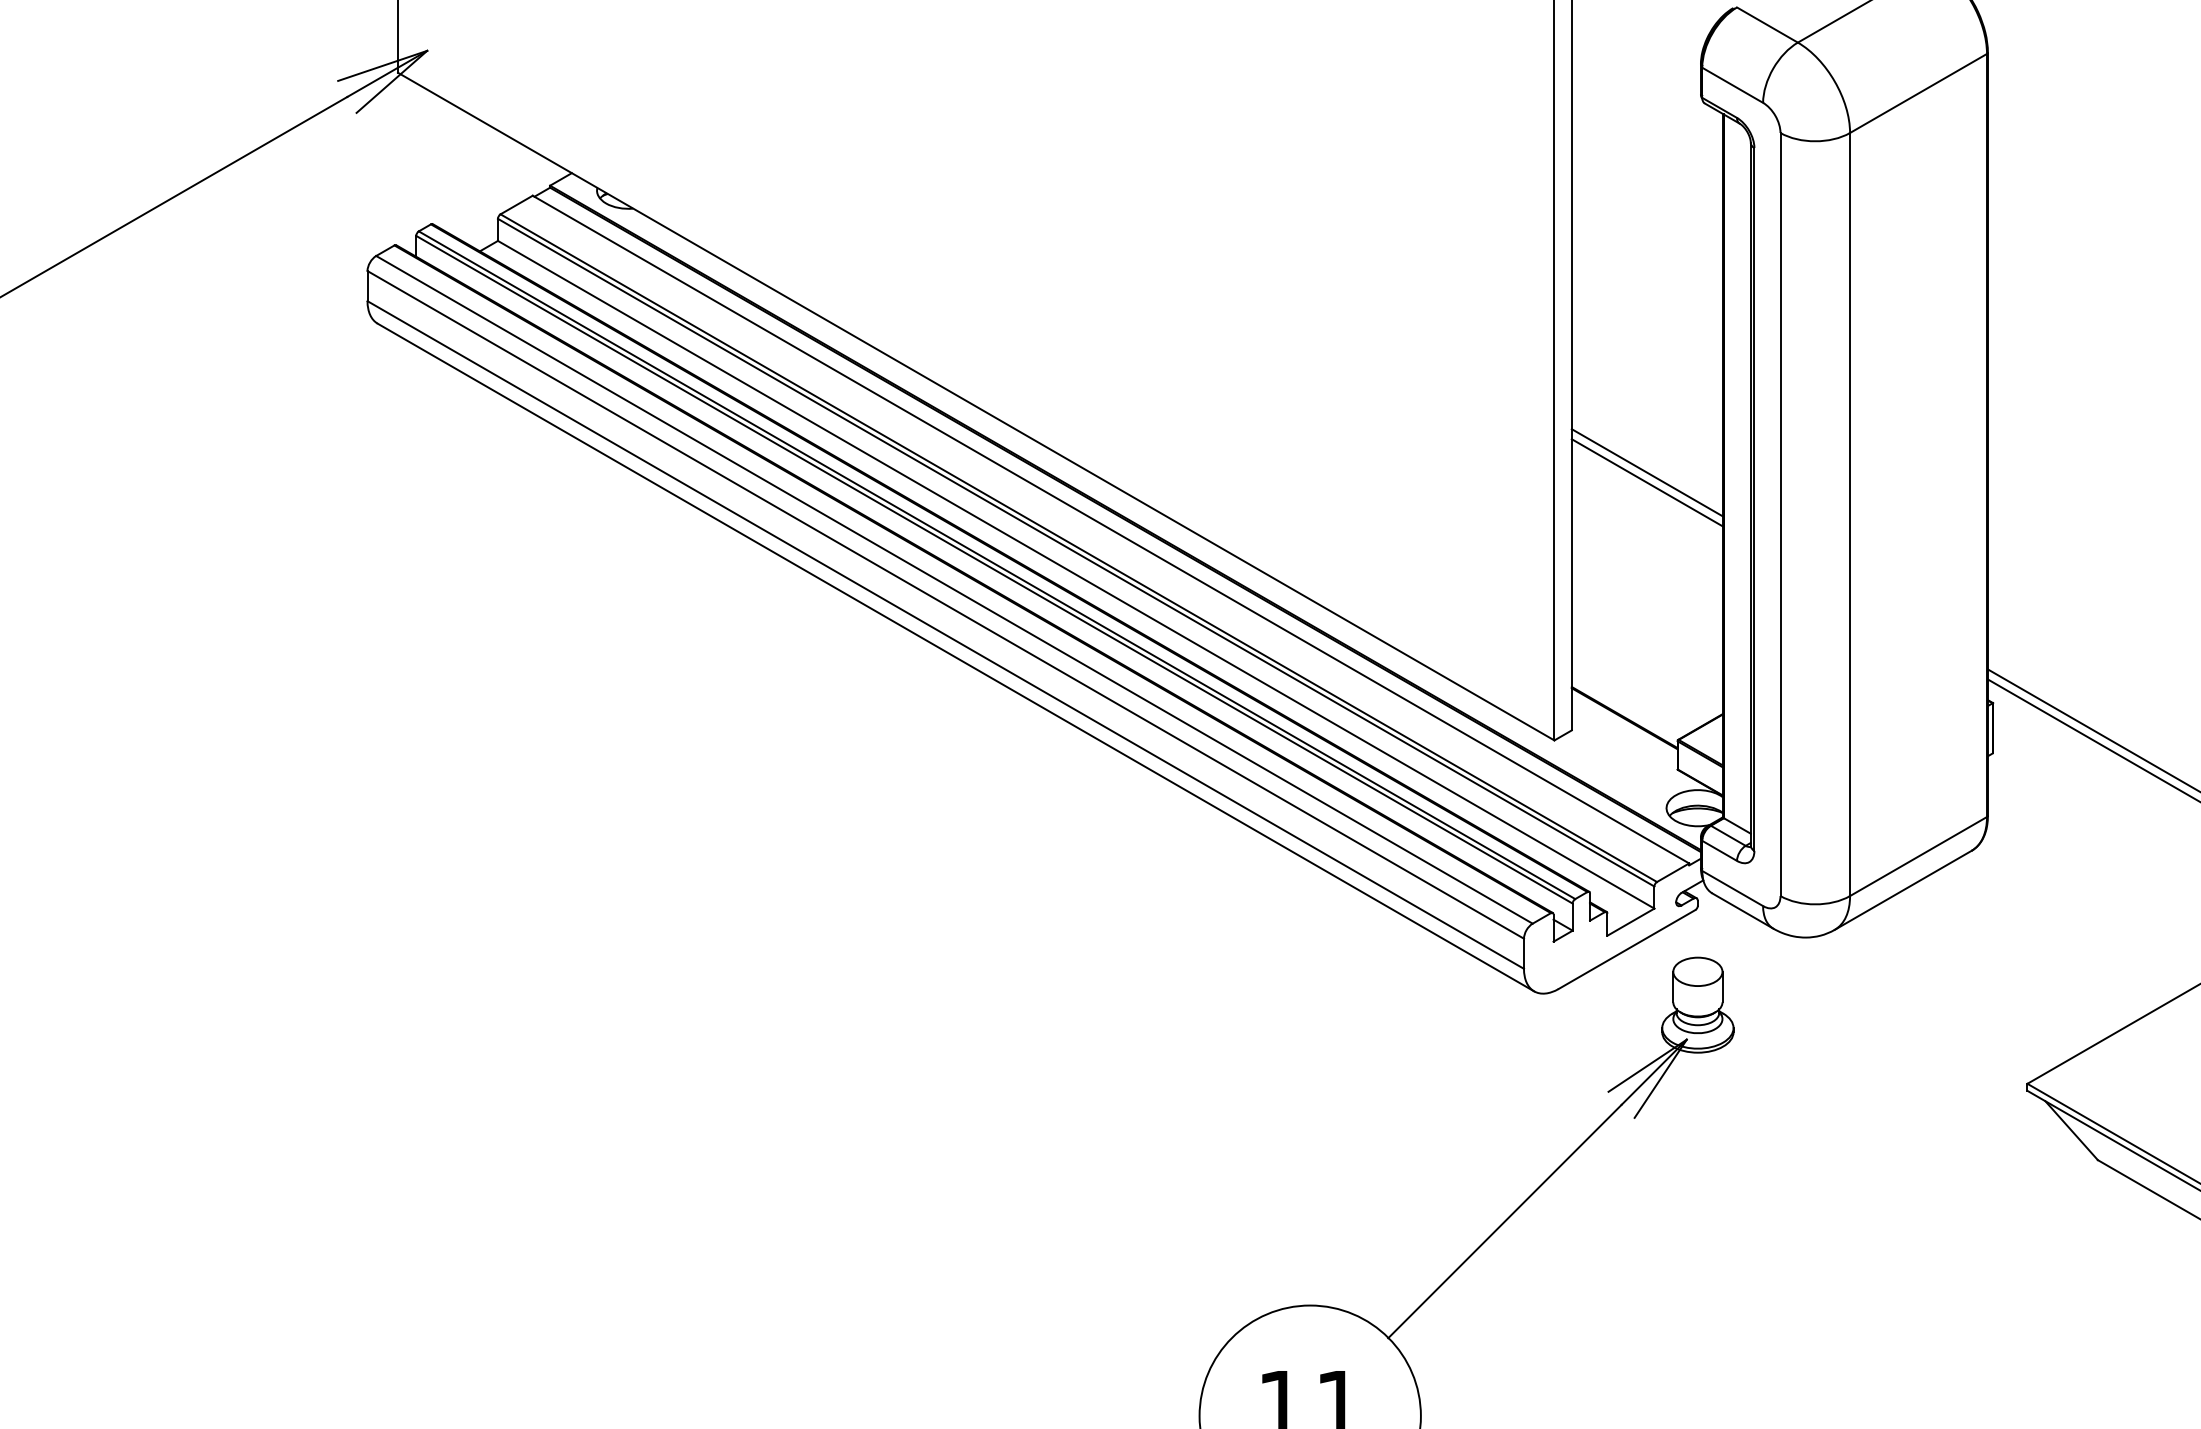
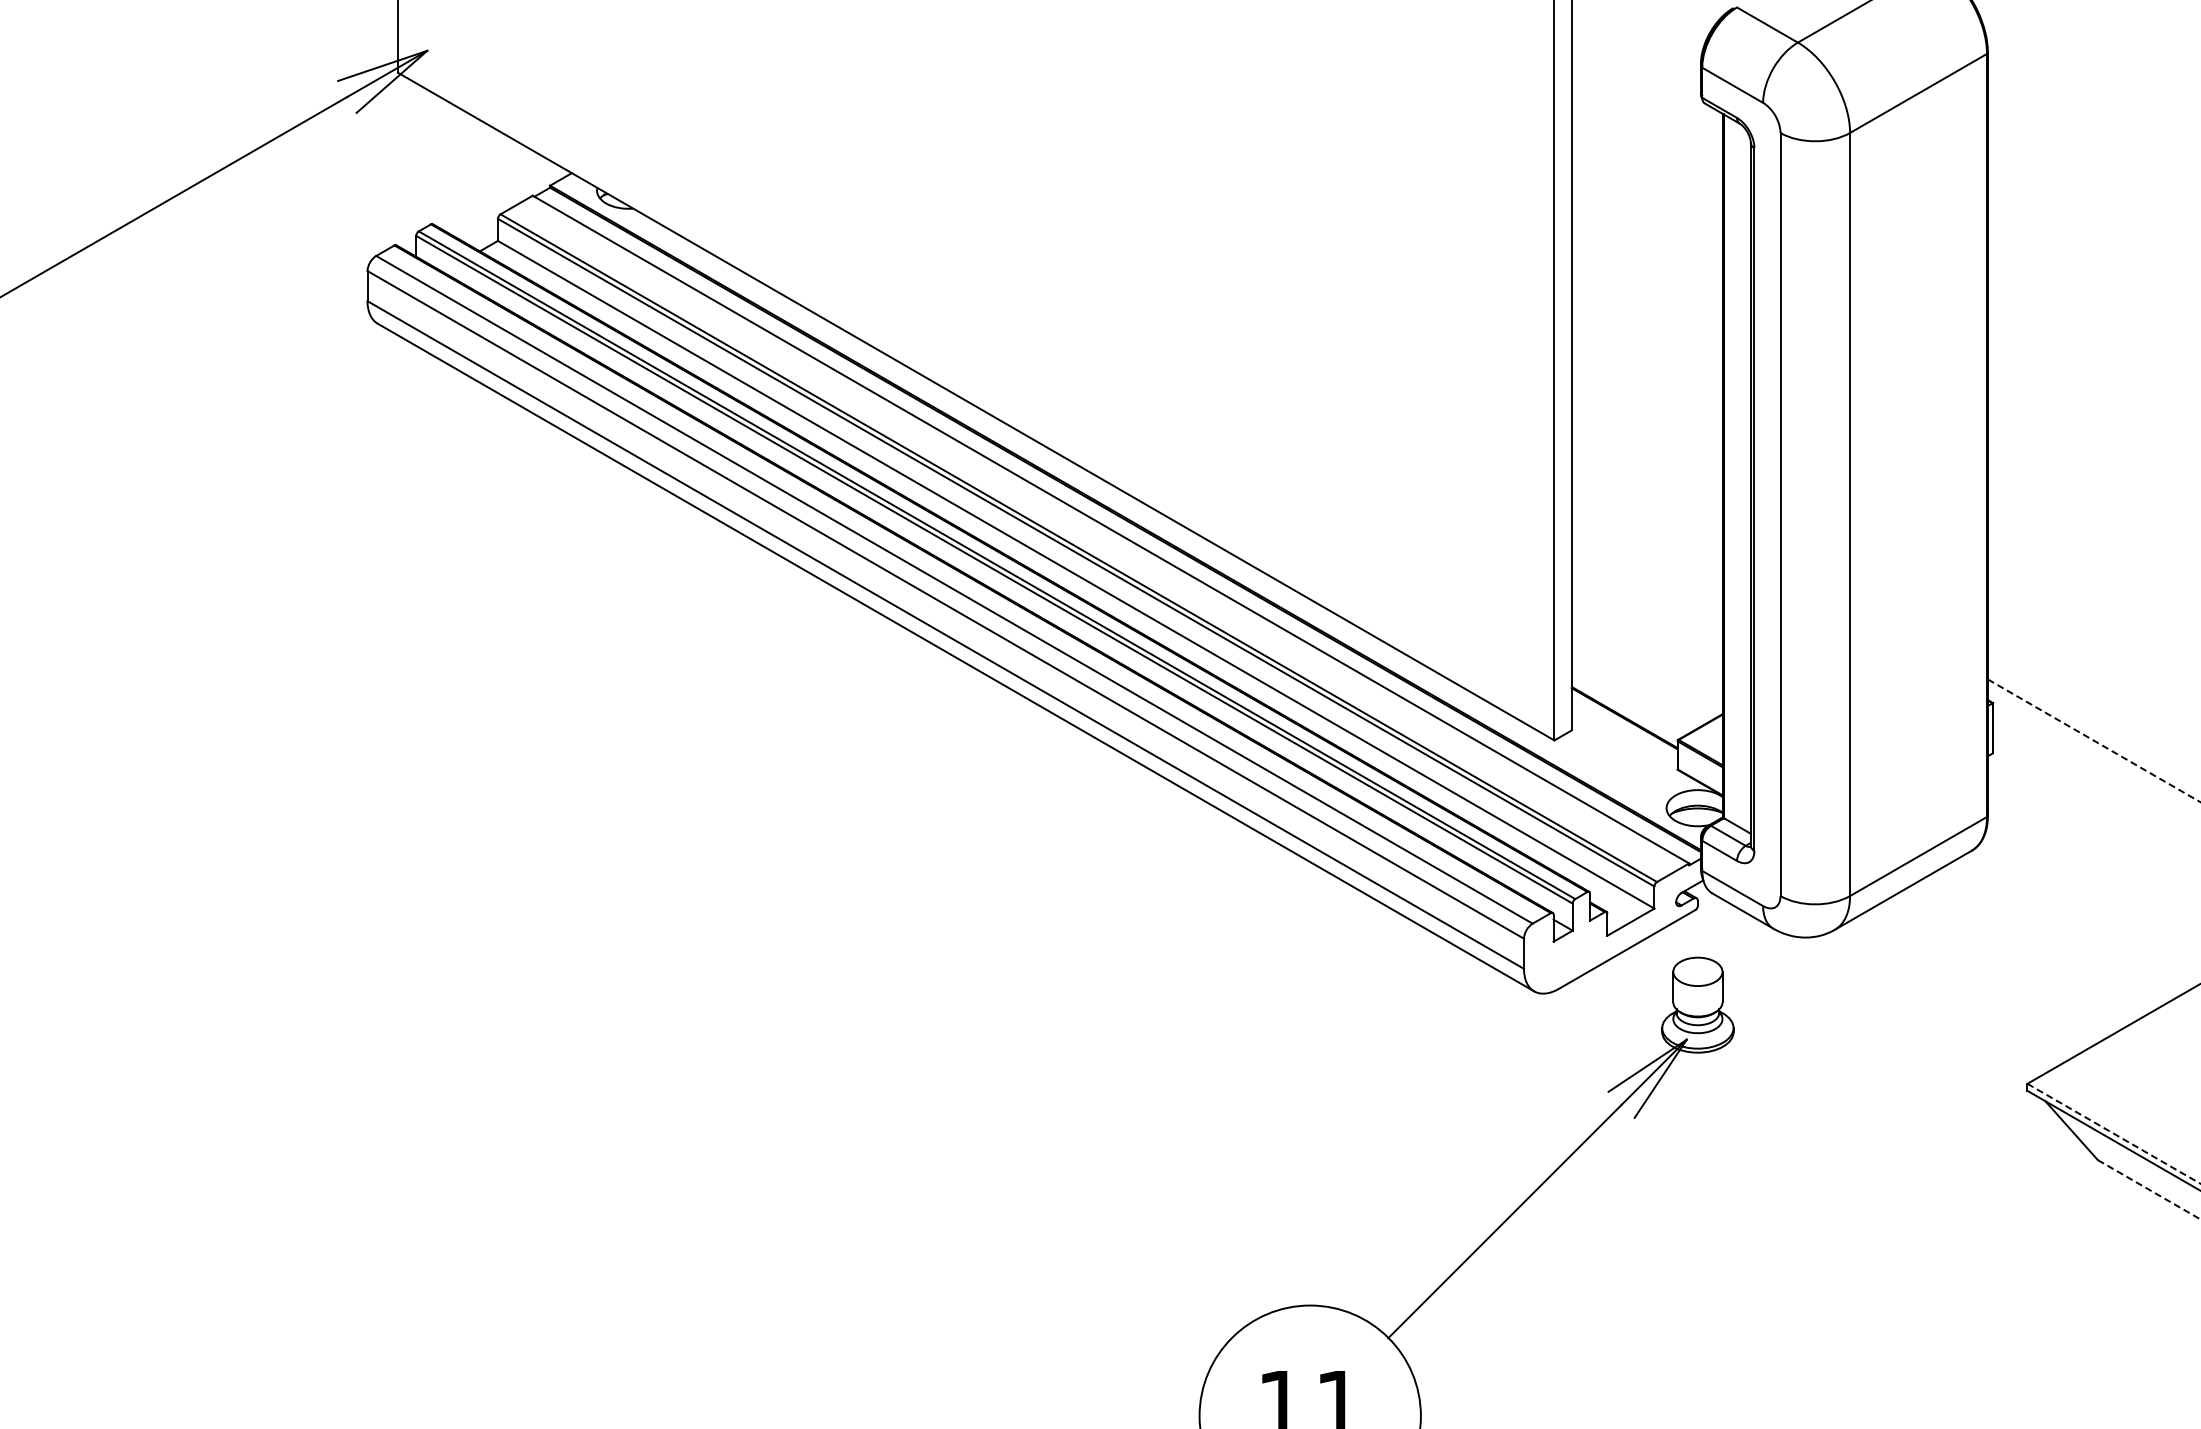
line at (1646, 472): present -> none
line at (1646, 482): present -> none
line at (2092, 729): present -> none
line at (2094, 740): solid -> dashed
line at (2113, 1133): solid -> dashed
line at (2149, 1190): solid -> dashed
